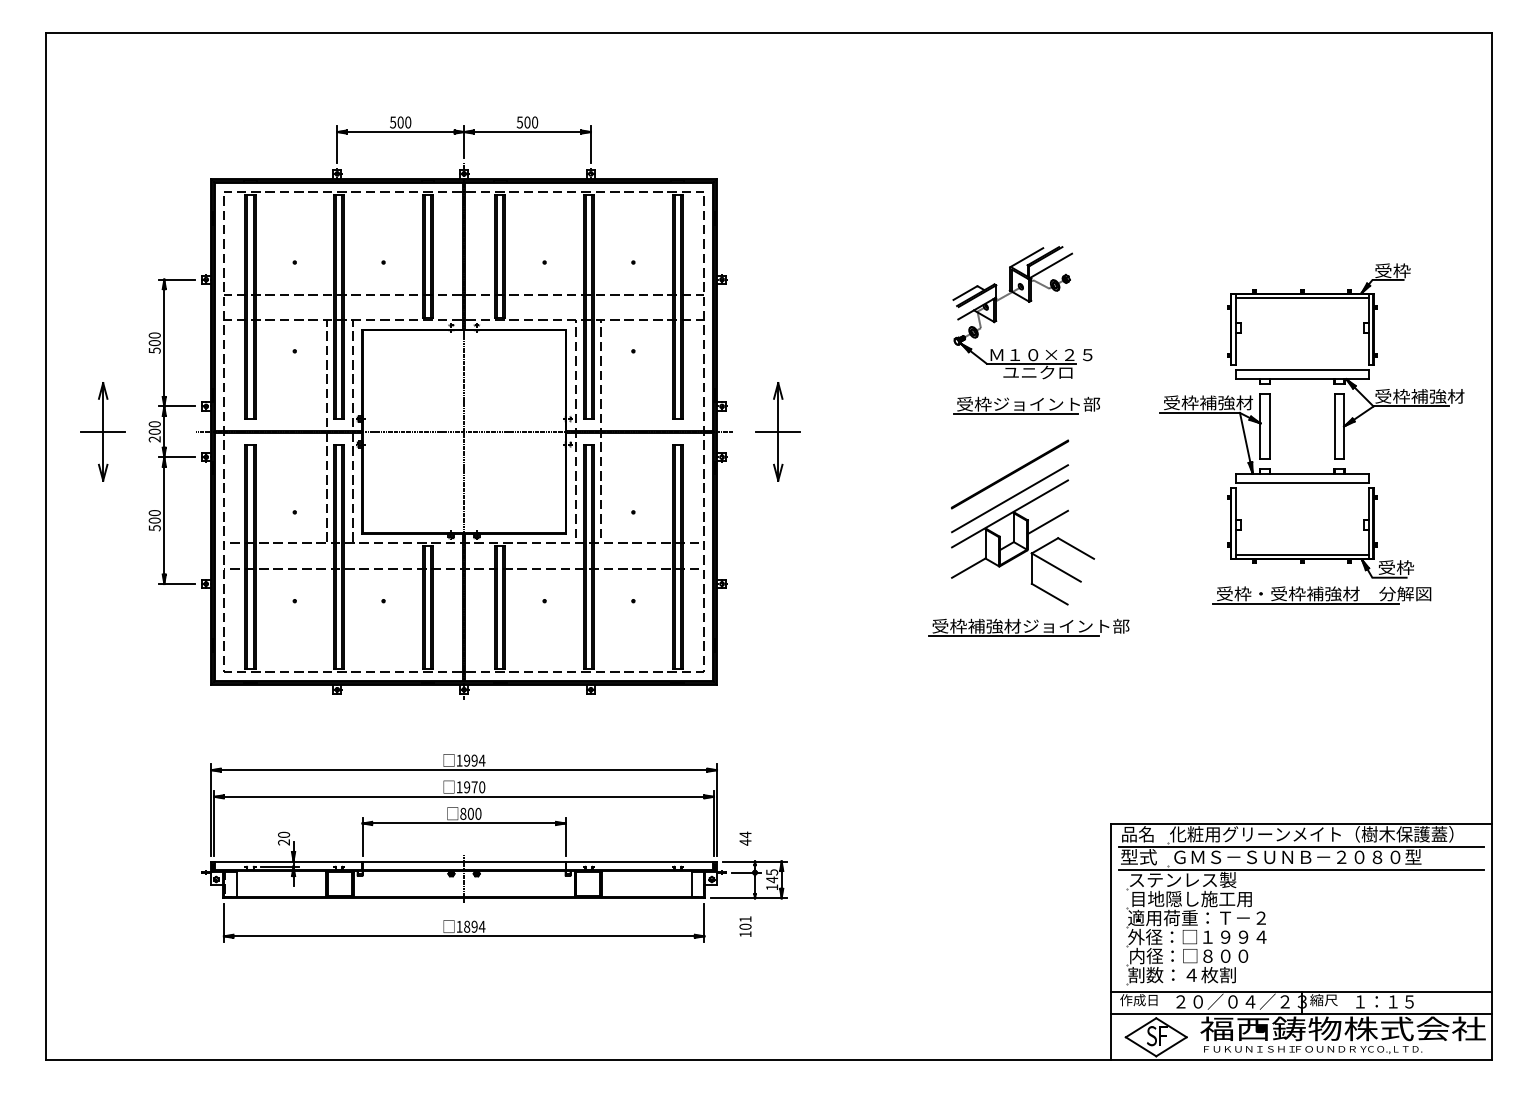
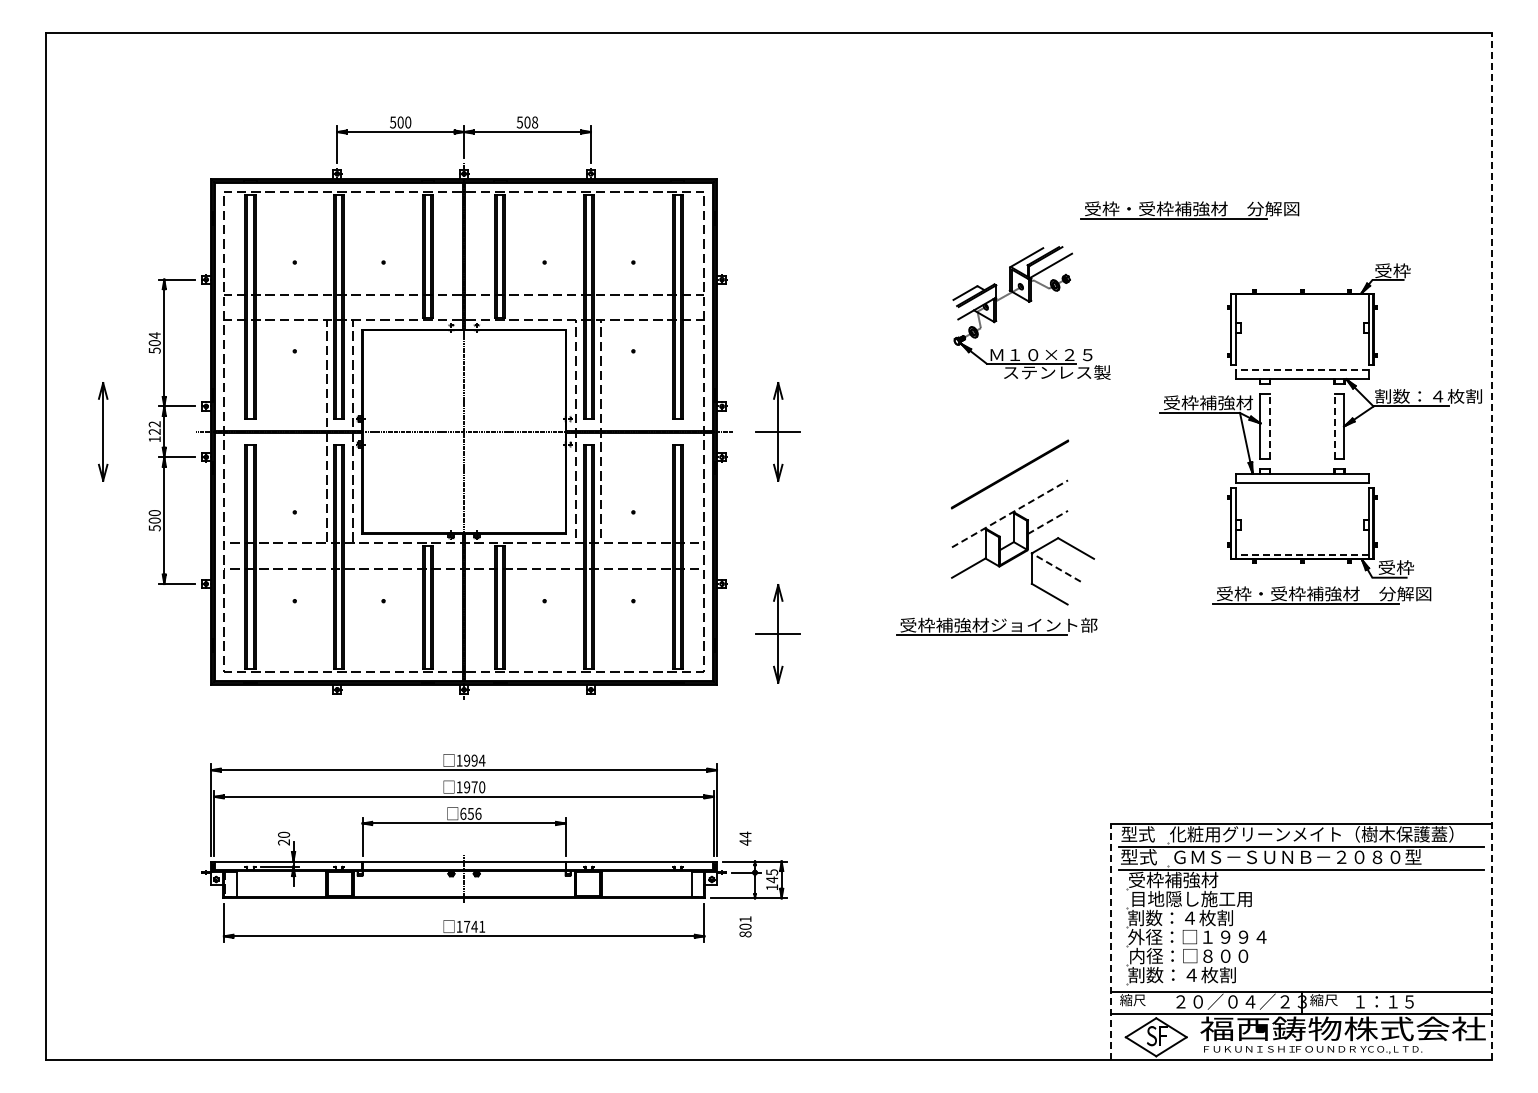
text at (535, 122): 500 -> 508
part at (1189, 210): none -> present
line at (1301, 298): present -> none
text at (154, 335): 500 -> 504
line at (1301, 369): solid -> dashed
text at (1056, 372): ユニクロ -> ステンレス製
text at (1428, 396): 受枠補強材 -> 割数：４枚割
part at (1026, 405): present -> none
line at (1269, 425): solid -> dashed
line at (1334, 425): solid -> dashed
line at (103, 431): present -> none
text at (154, 431): 200 -> 122
line at (1010, 498): present -> none
line at (1010, 513): solid -> dashed
line at (1048, 522): solid -> dashed
line at (1491, 546): solid -> dashed
line at (1302, 554): solid -> dashed
line at (1055, 567): solid -> dashed
part at (1028, 627) position: (1028, 627) -> (996, 626)
part at (777, 633): none -> present
text at (470, 813): 800 -> 656
text at (1137, 834): 品名 -> 型式
text at (1182, 879): ステンレス製 -> 受枠補強材
text at (1196, 917): 適用荷重：Ｔ－２ -> 割数：４枚割
text at (474, 926): 1894 -> 1741
text at (745, 934): 101 -> 801
line at (1111, 942): solid -> dashed
text at (1138, 1000): 作成日 -> 縮尺
